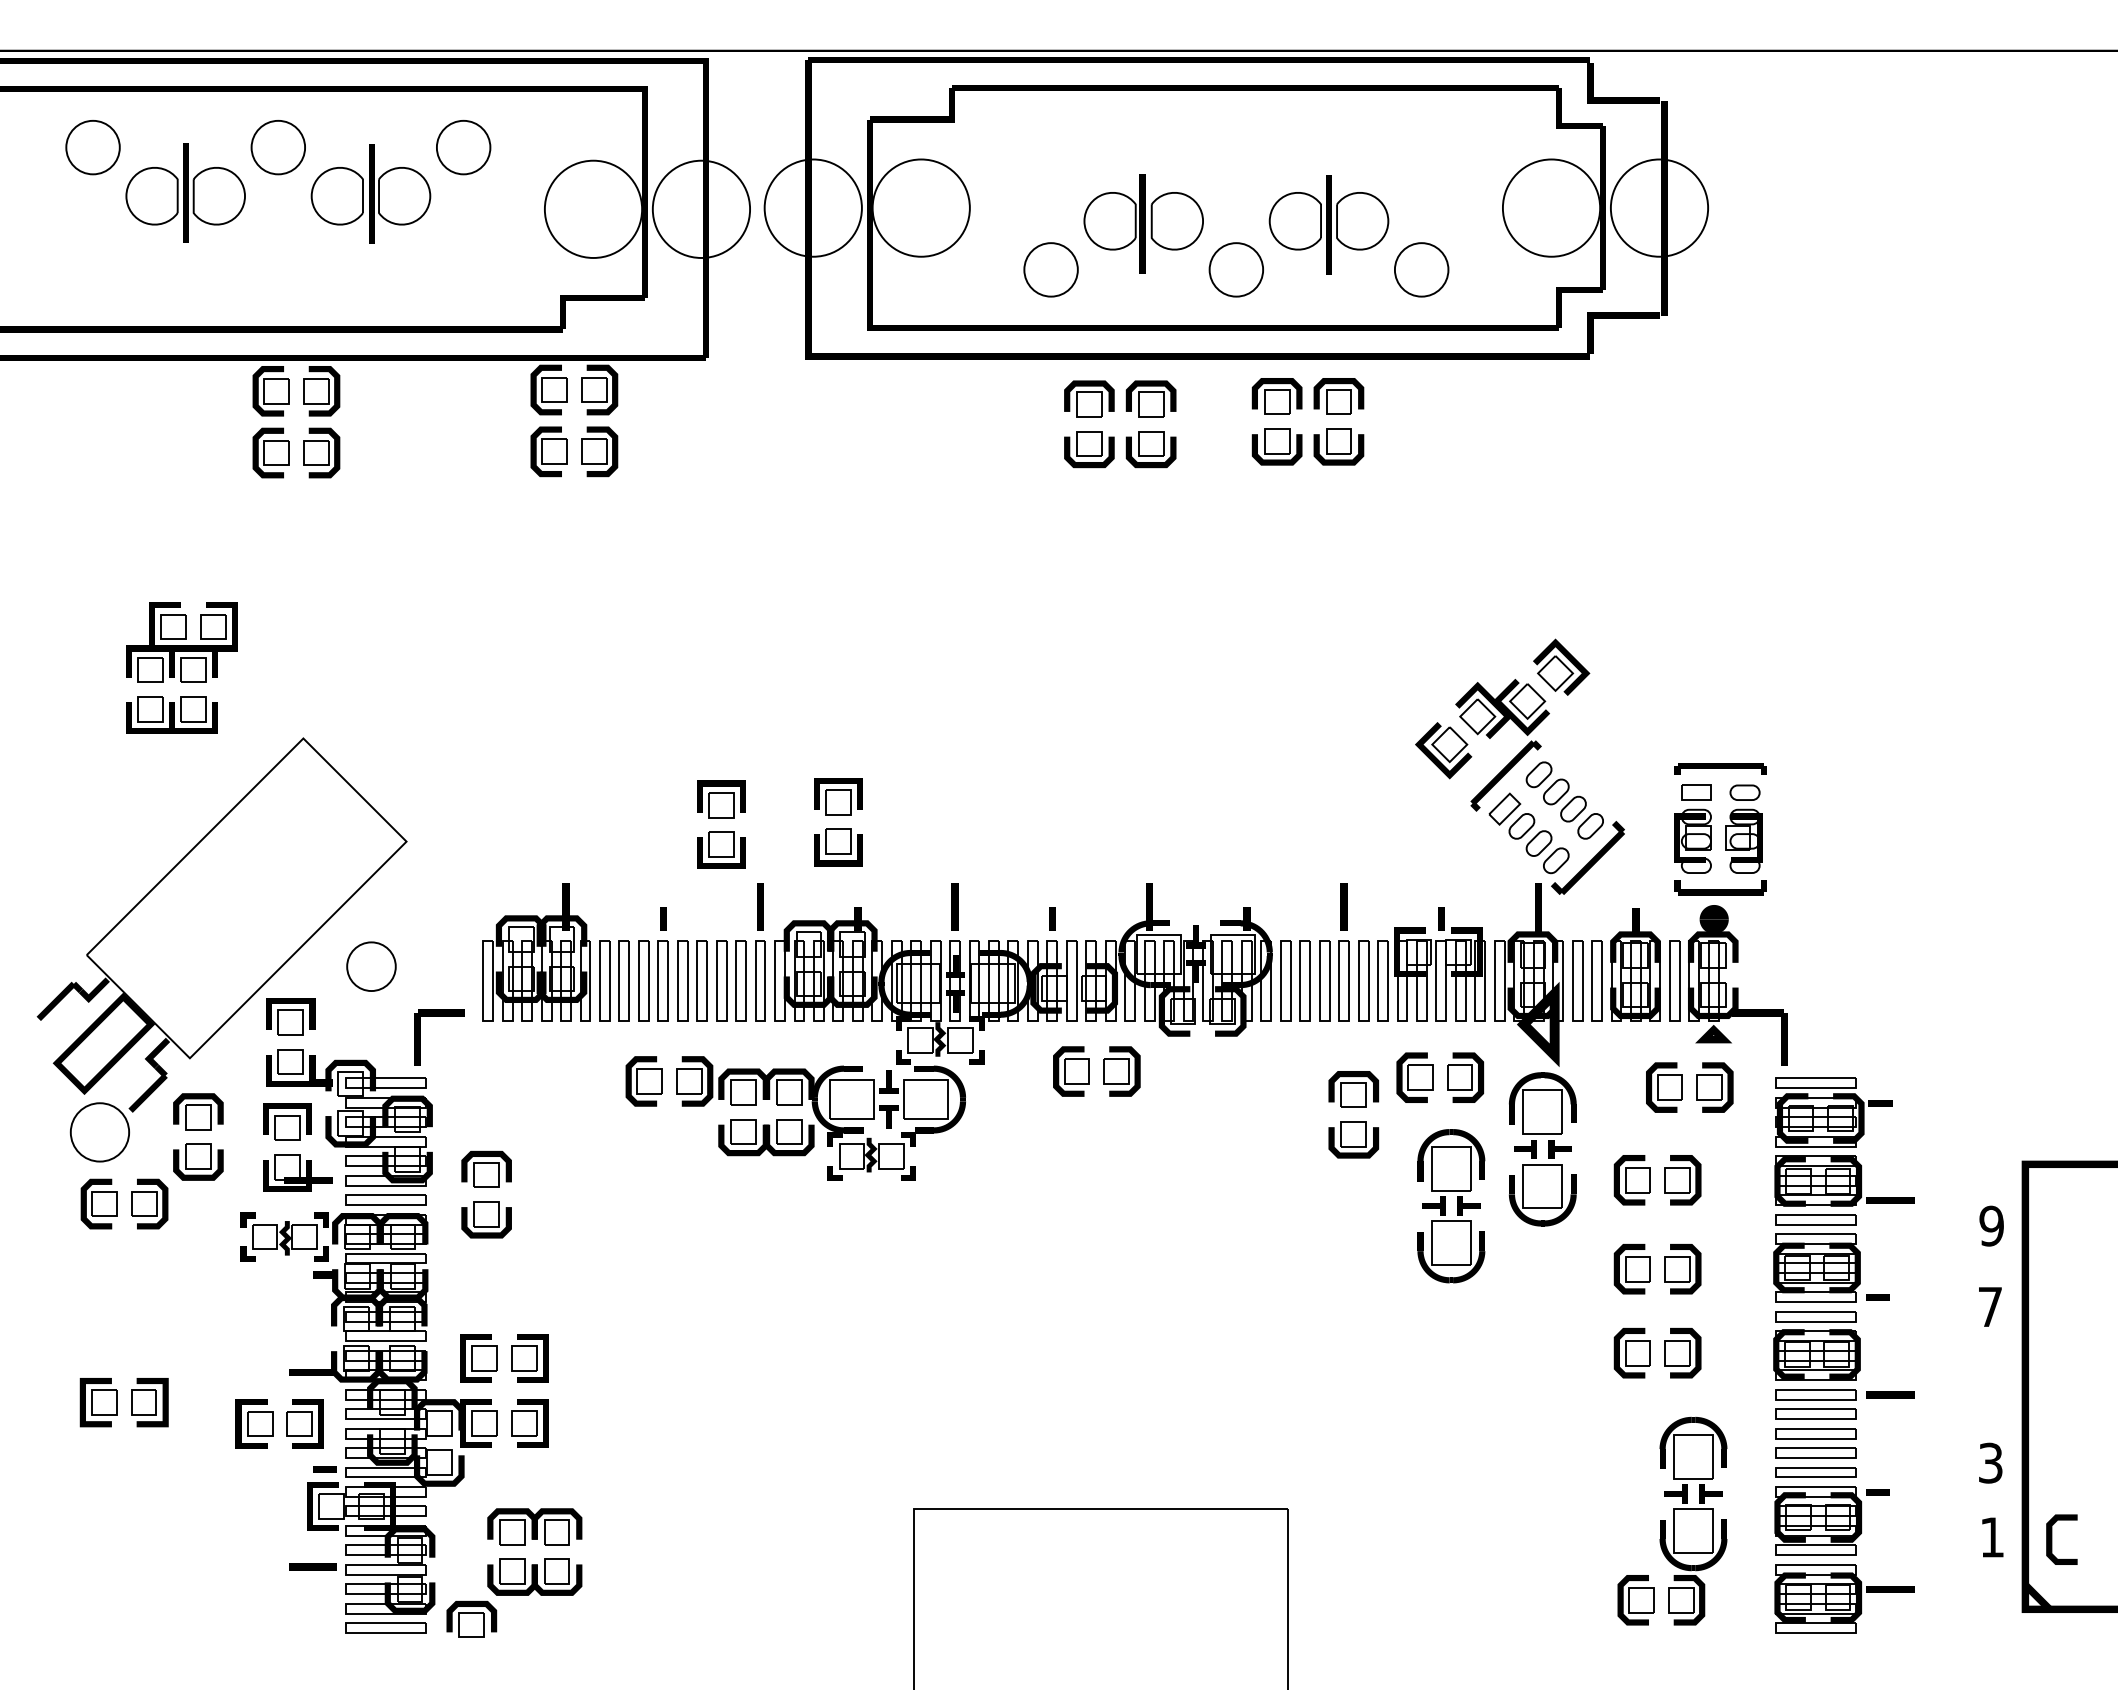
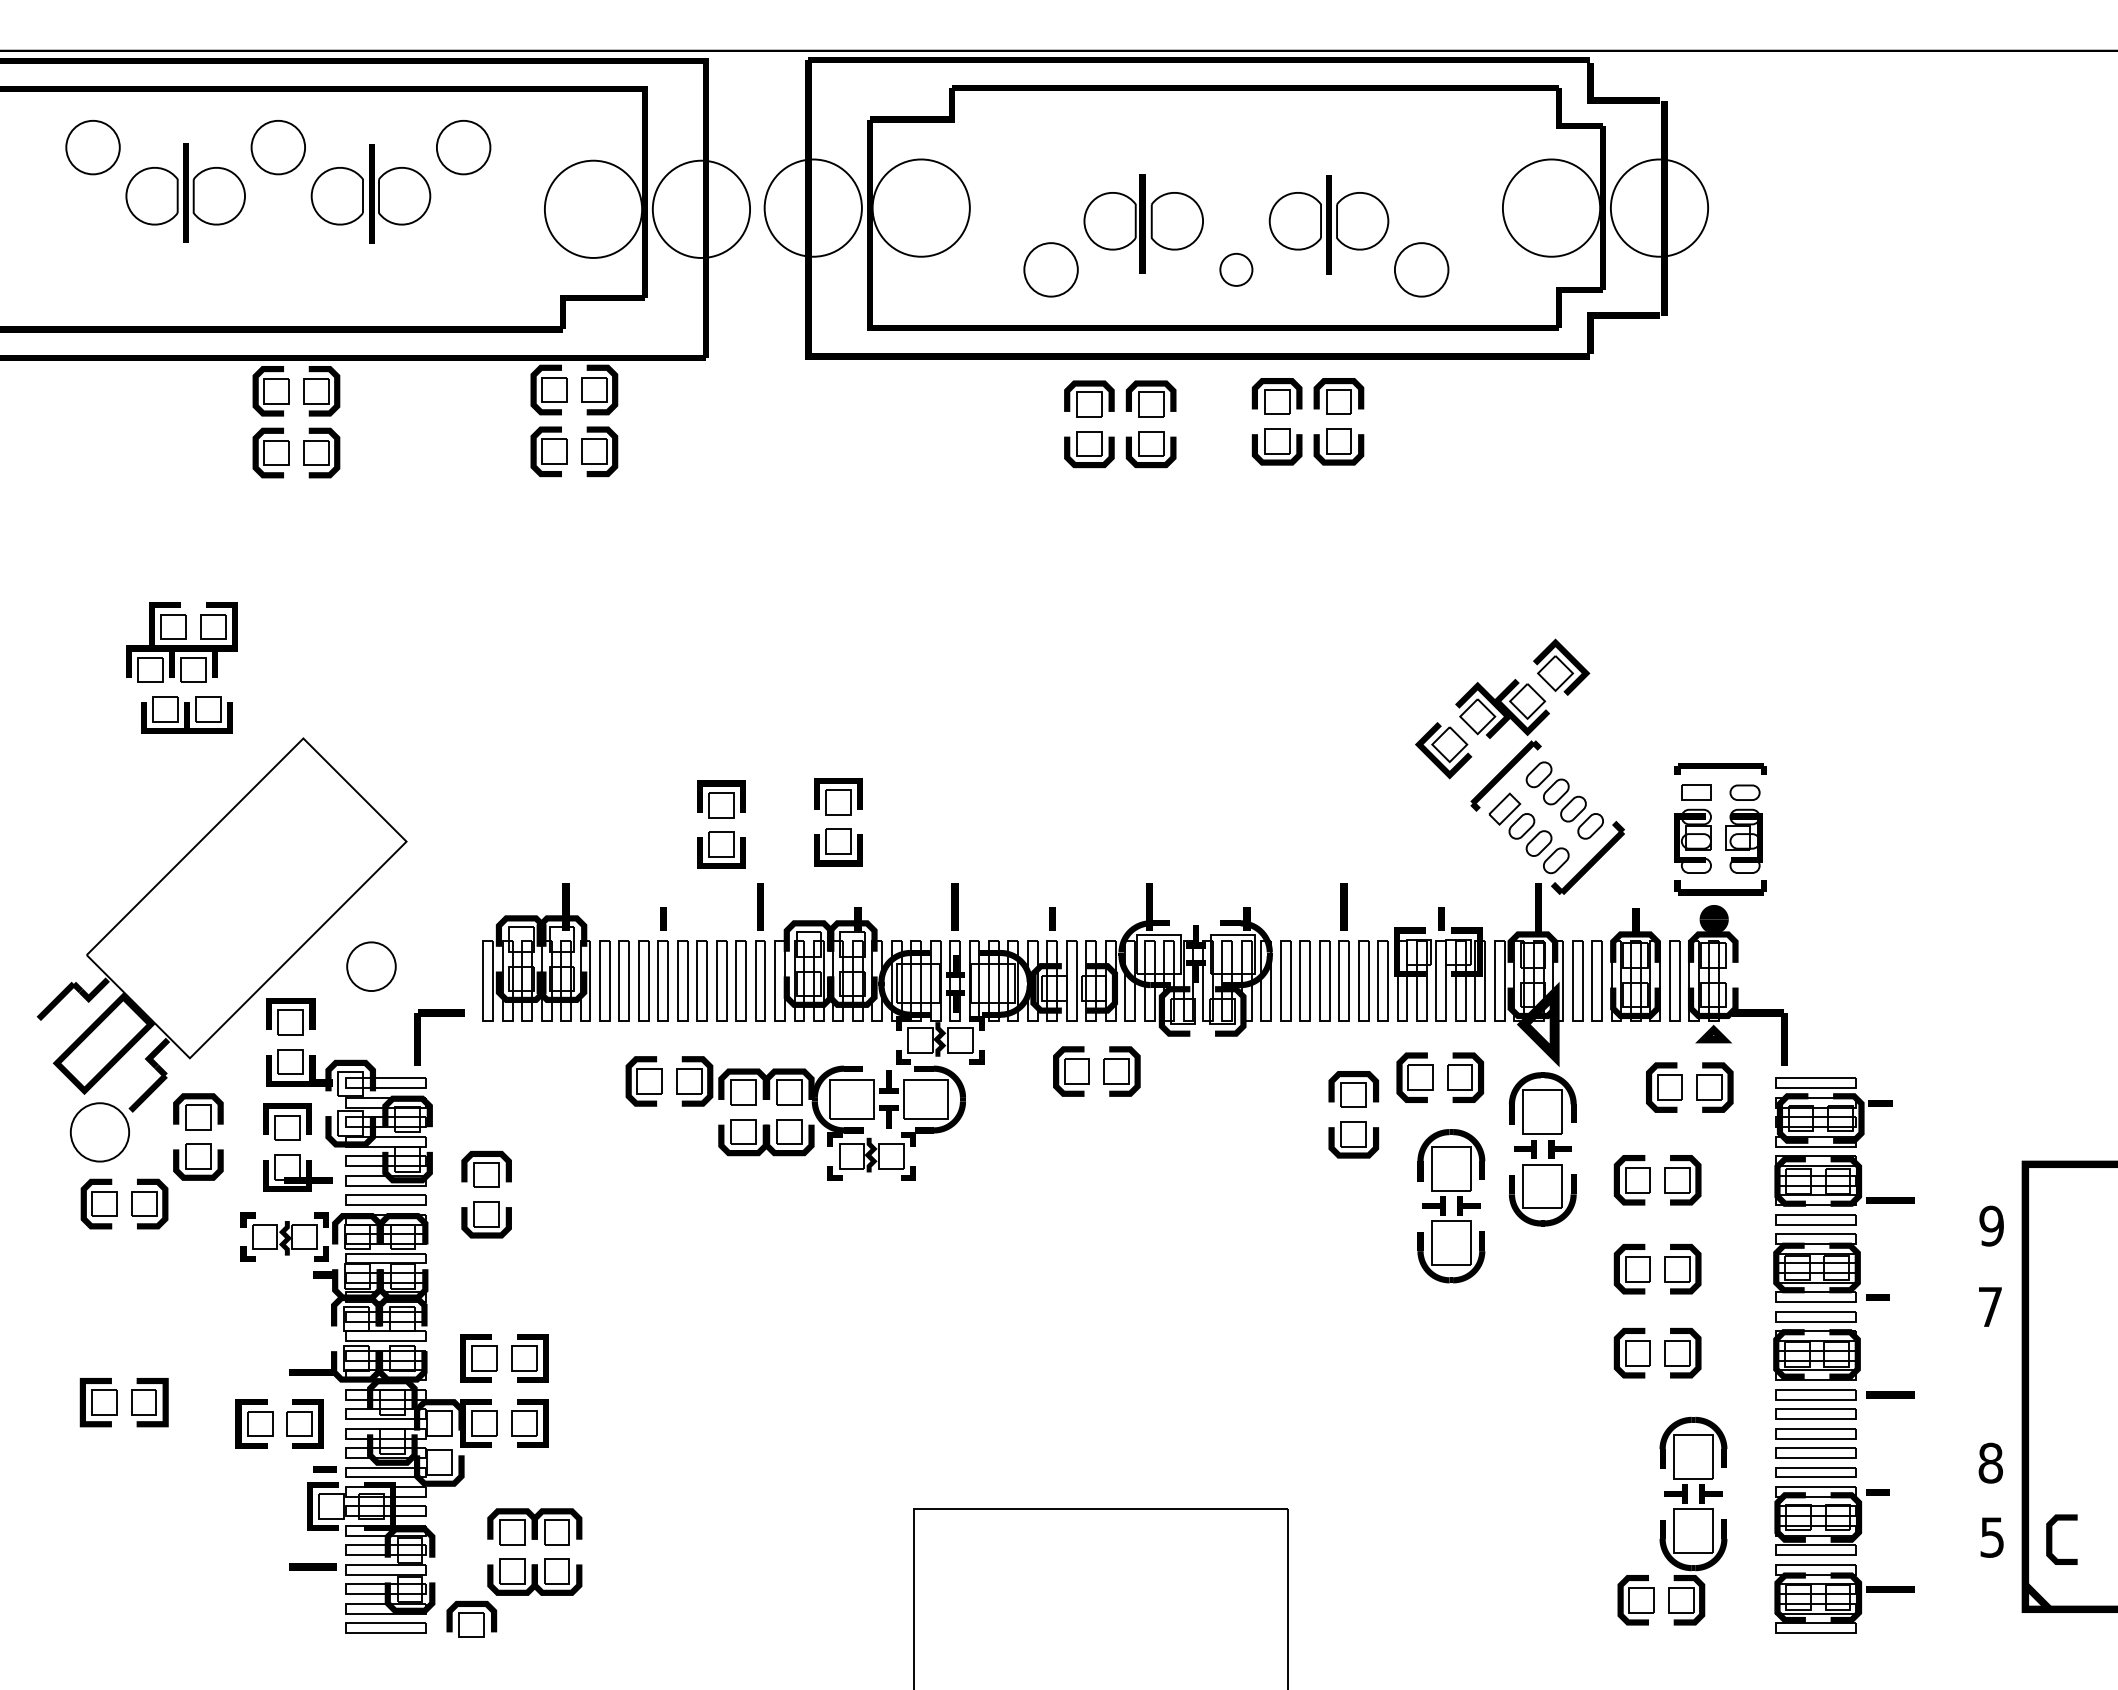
circle at (1236, 269) diameter: 53 px -> 32 px
part at (171, 714) position: (171, 714) -> (186, 714)
text at (1990, 1462): 3 -> 8
text at (1991, 1537): 1 -> 5
